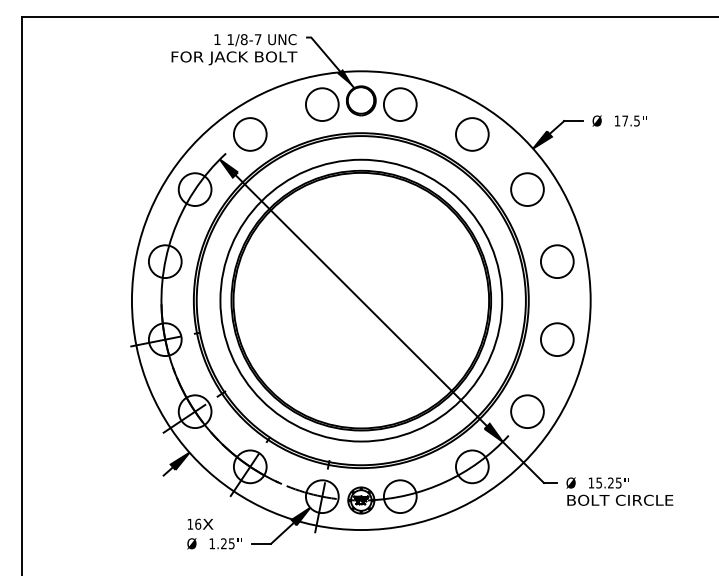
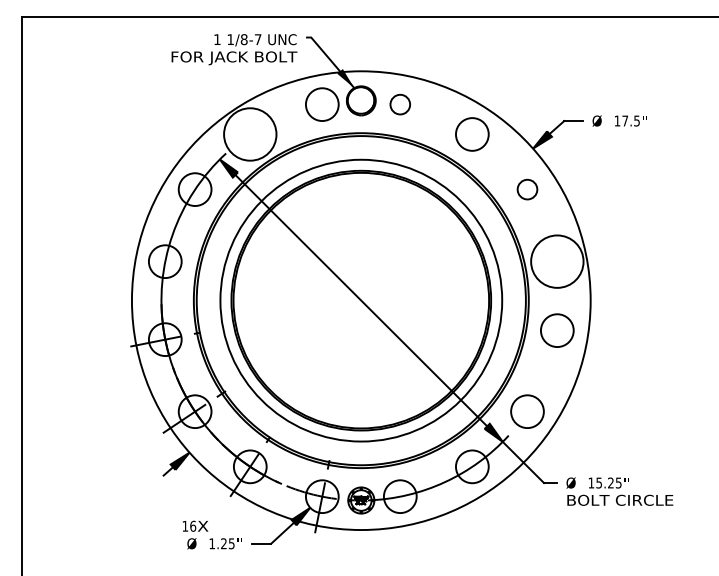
circle at (399, 104) diameter: 33 px -> 20 px
circle at (249, 134) diameter: 33 px -> 52 px
circle at (527, 189) diameter: 33 px -> 20 px
circle at (556, 261) diameter: 33 px -> 52 px
circle at (557, 339) position: (557, 339) -> (557, 330)
text at (200, 523) position: (200, 523) -> (195, 525)
